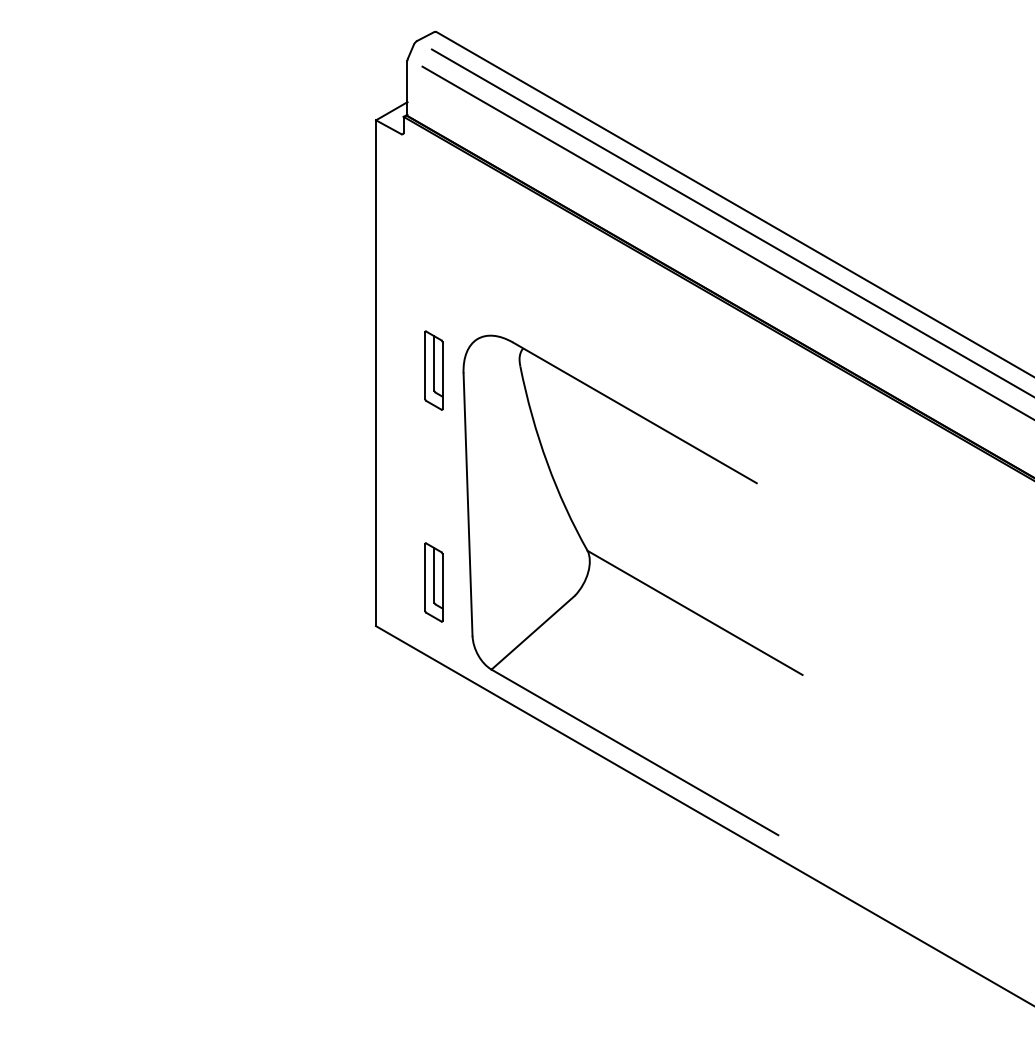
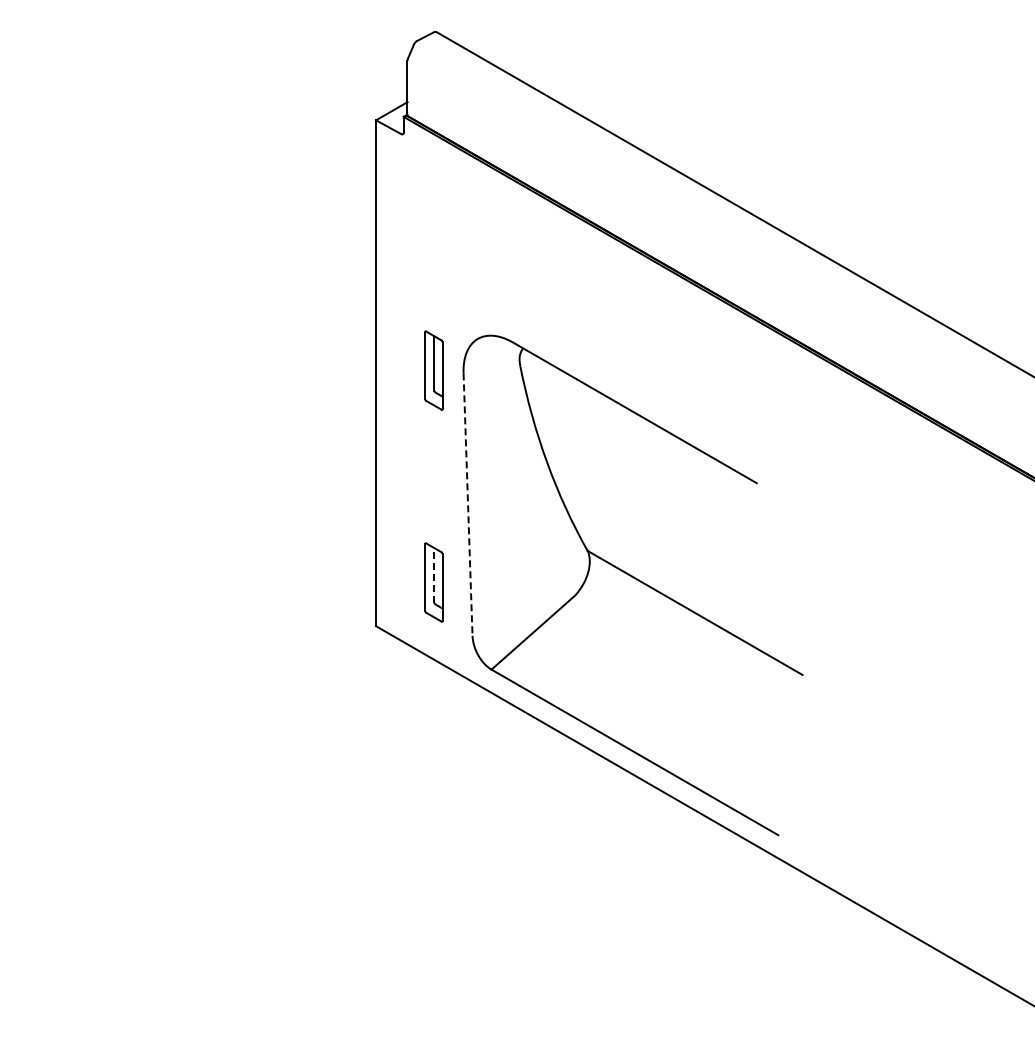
line at (731, 222): present -> none
line at (726, 242): present -> none
line at (468, 505): solid -> dashed
line at (434, 574): solid -> dashed
